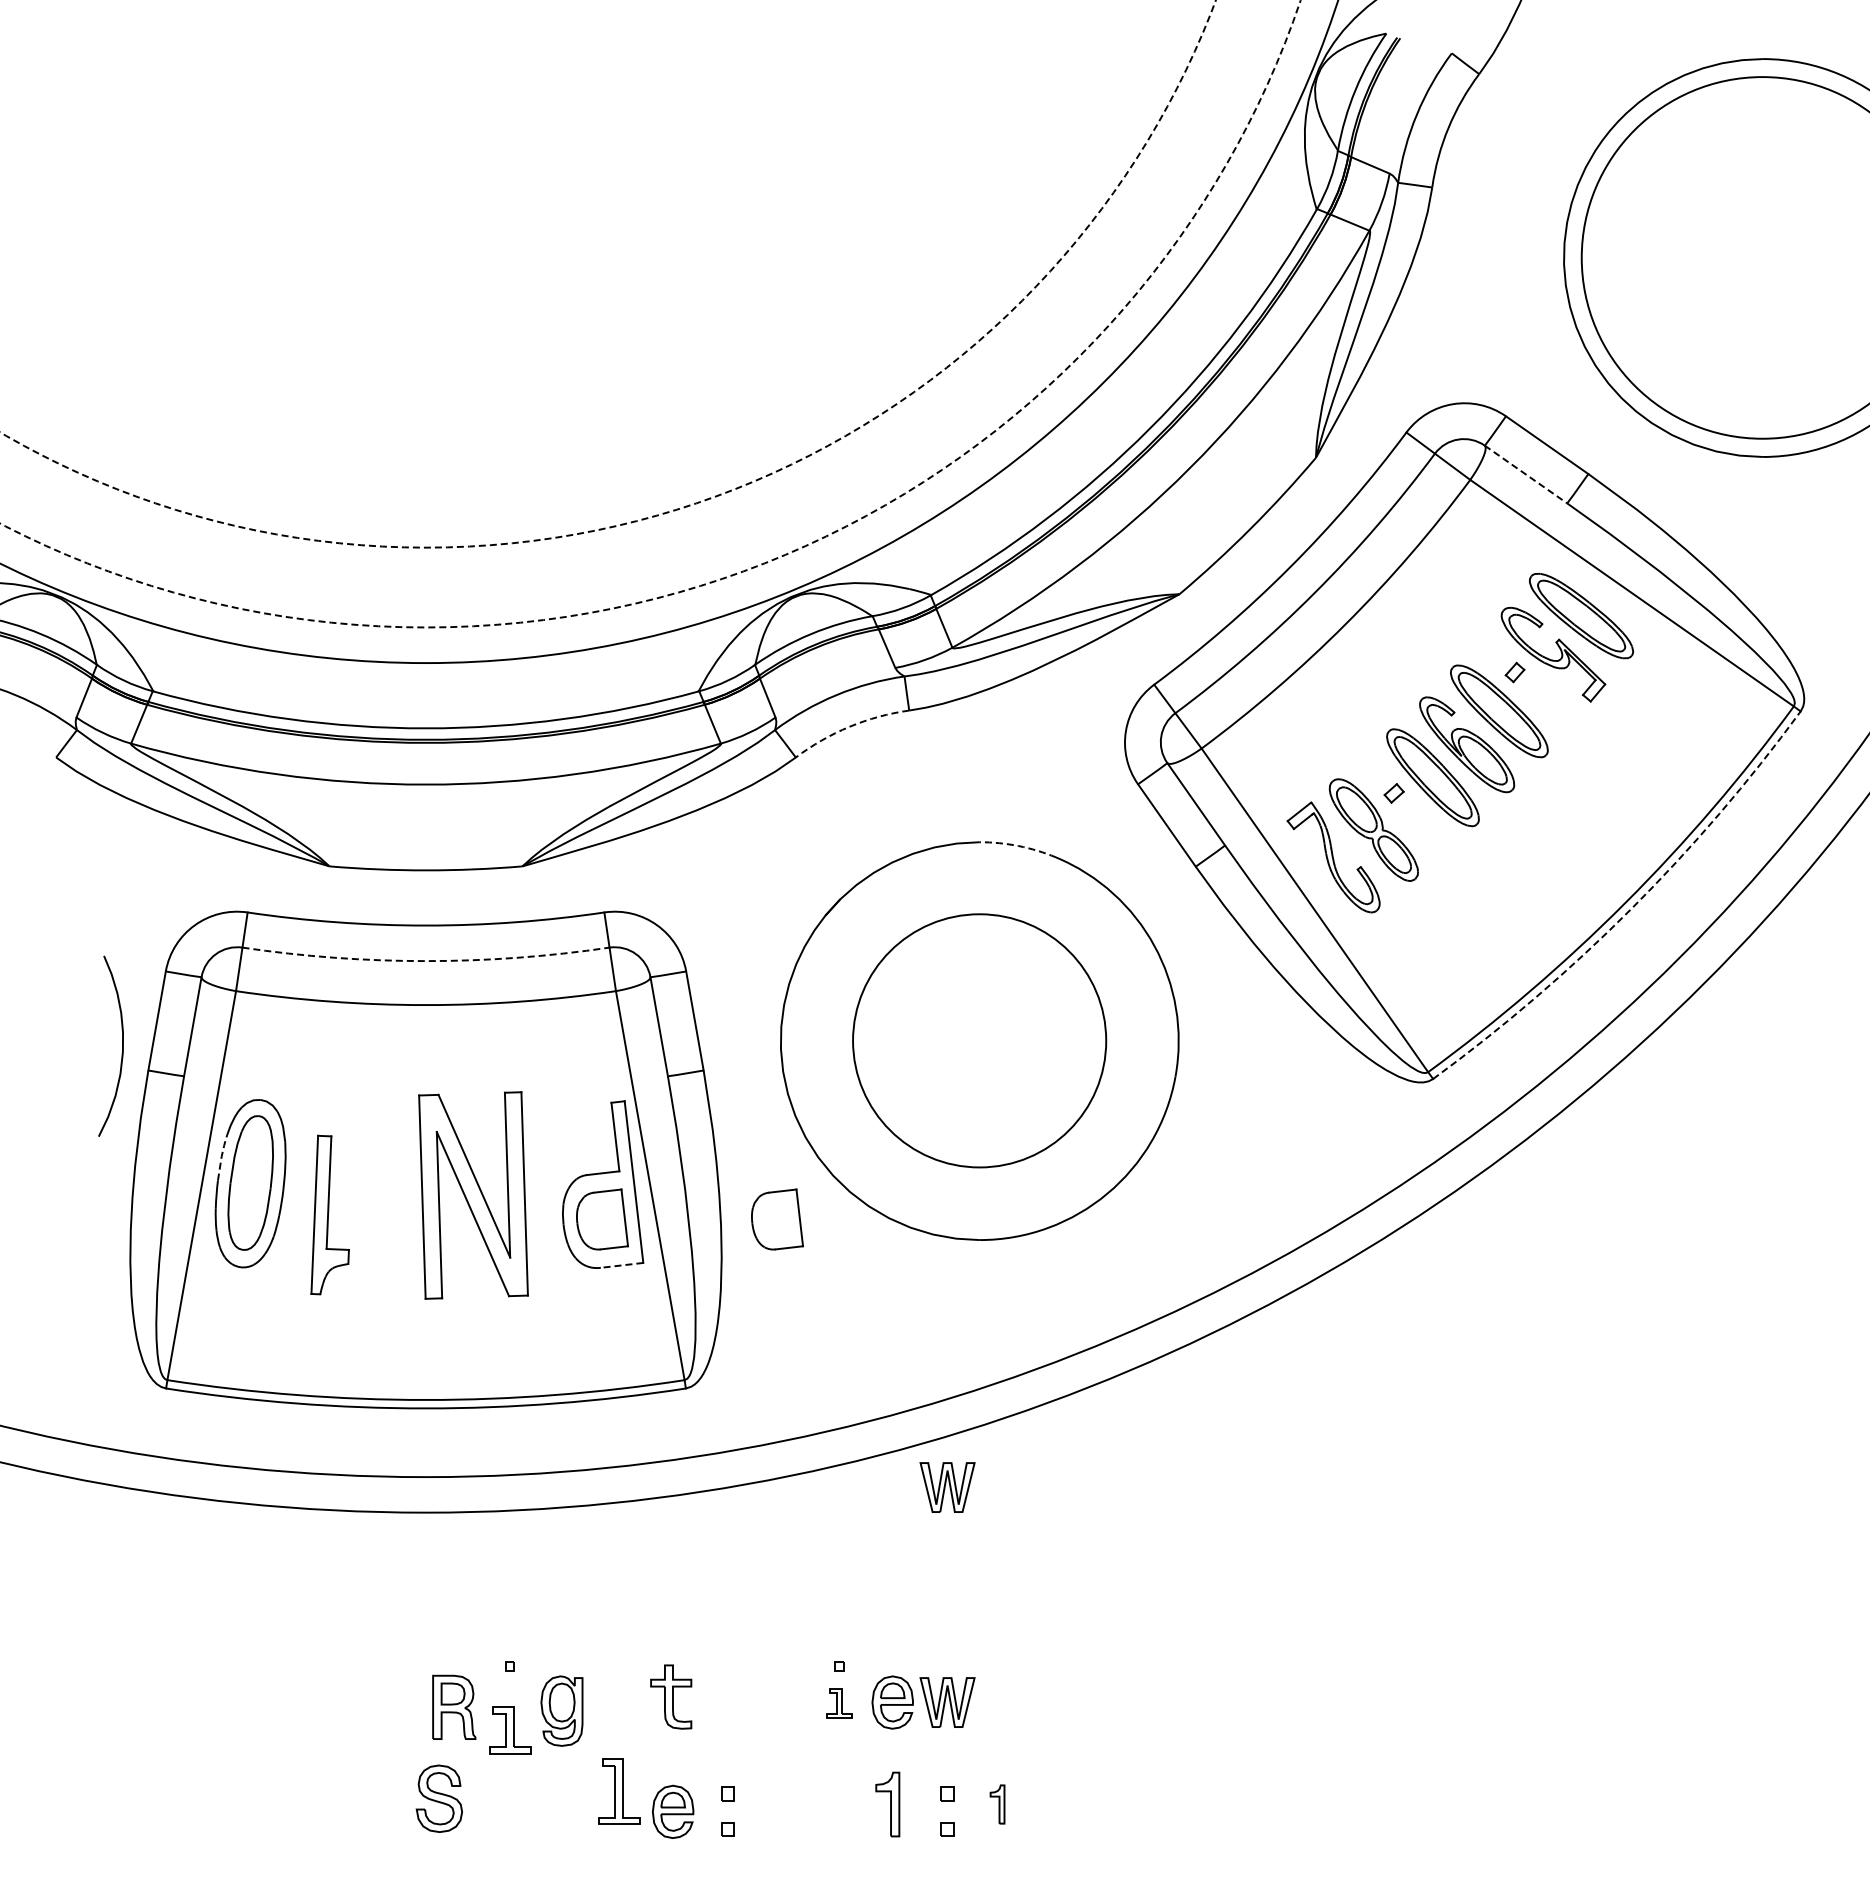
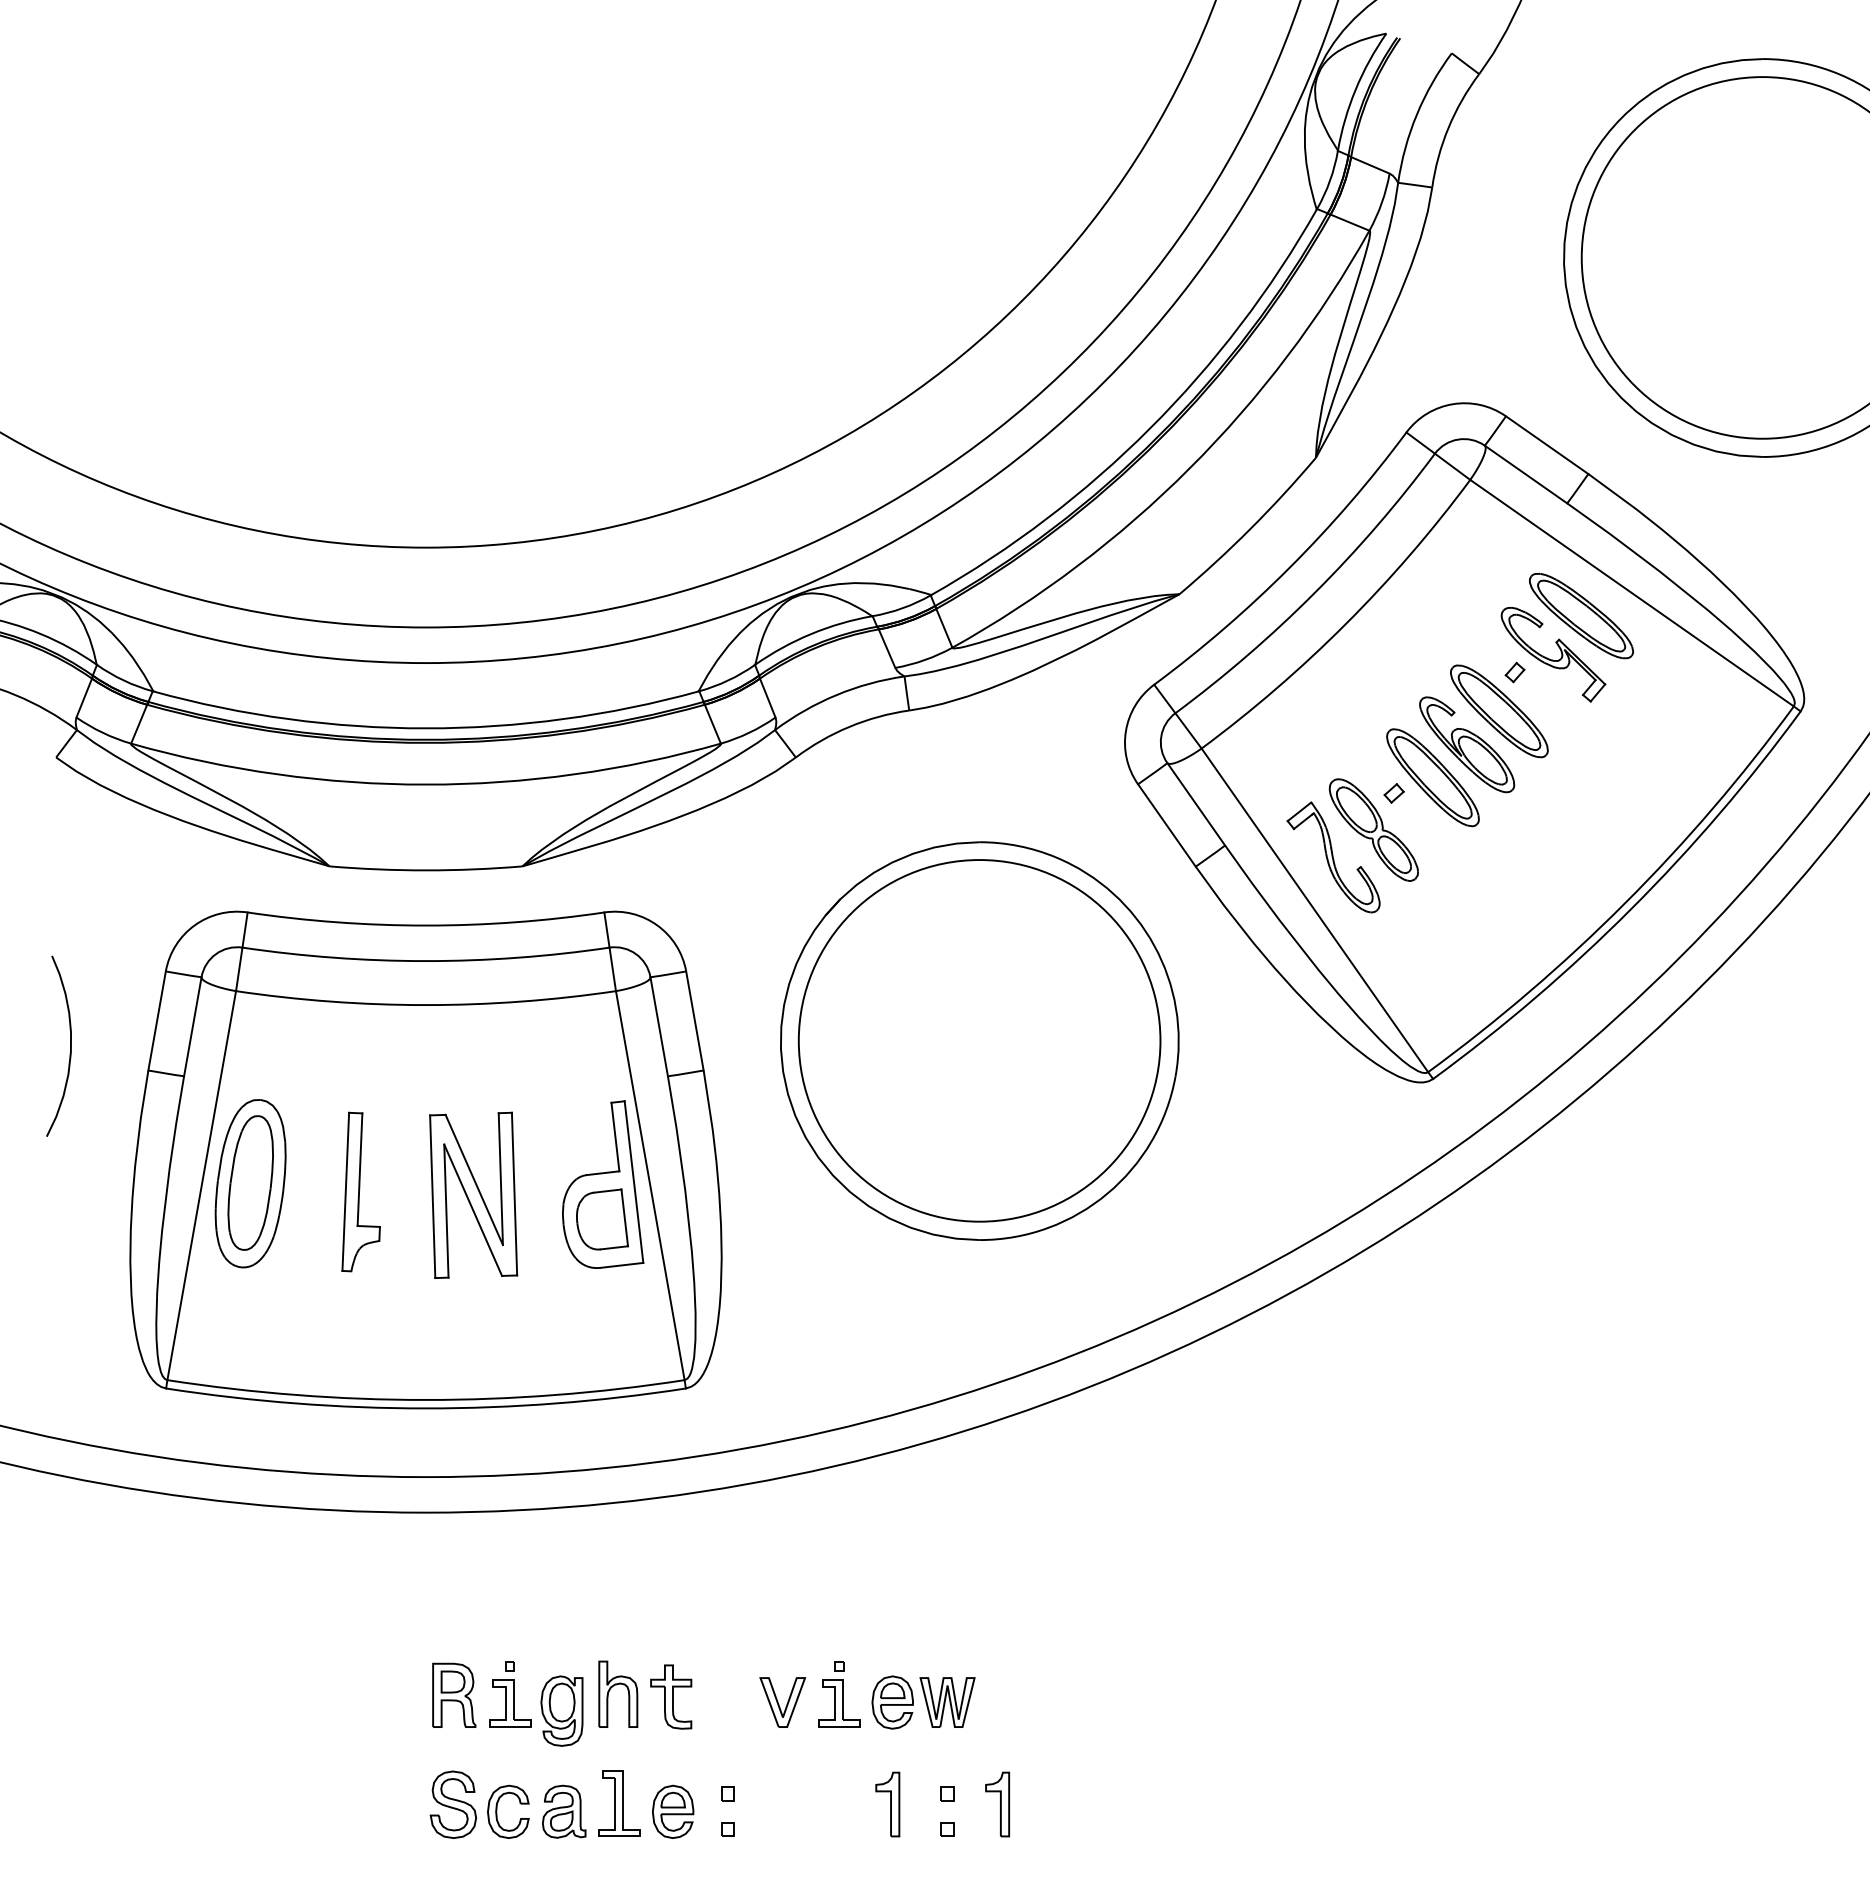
circle at (607, 273): dashed -> solid
circle at (650, 313): dashed -> solid
line at (1526, 474): dashed -> solid
arc at (849, 726): dashed -> solid
arc at (1018, 846): dashed -> solid
arc at (1631, 909): dashed -> solid
arc at (426, 961): dashed -> solid
circle at (979, 1040) diameter: 253 px -> 362 px
curve at (122, 1045) position: (122, 1045) -> (70, 1045)
line at (221, 1156): dashed -> solid
part at (473, 1195) size: 111x209 px -> 90x168 px
part at (329, 1214) position: (329, 1214) -> (360, 1191)
part at (777, 1219): present -> none
line at (621, 1265): dashed -> solid
part at (947, 1487): present -> none
part at (614, 1686): none -> present
part at (782, 1702): none -> present
part at (839, 1703) size: 27x31 px -> 43x49 px
part at (454, 1706) position: (454, 1706) -> (454, 1694)
part at (510, 1730) position: (510, 1730) -> (510, 1703)
part at (619, 1791) position: (619, 1791) -> (619, 1803)
part at (438, 1798) position: (438, 1798) -> (452, 1804)
part at (997, 1804) size: 17x41 px -> 25x67 px
part at (497, 1811): none -> present
part at (564, 1811): none -> present
